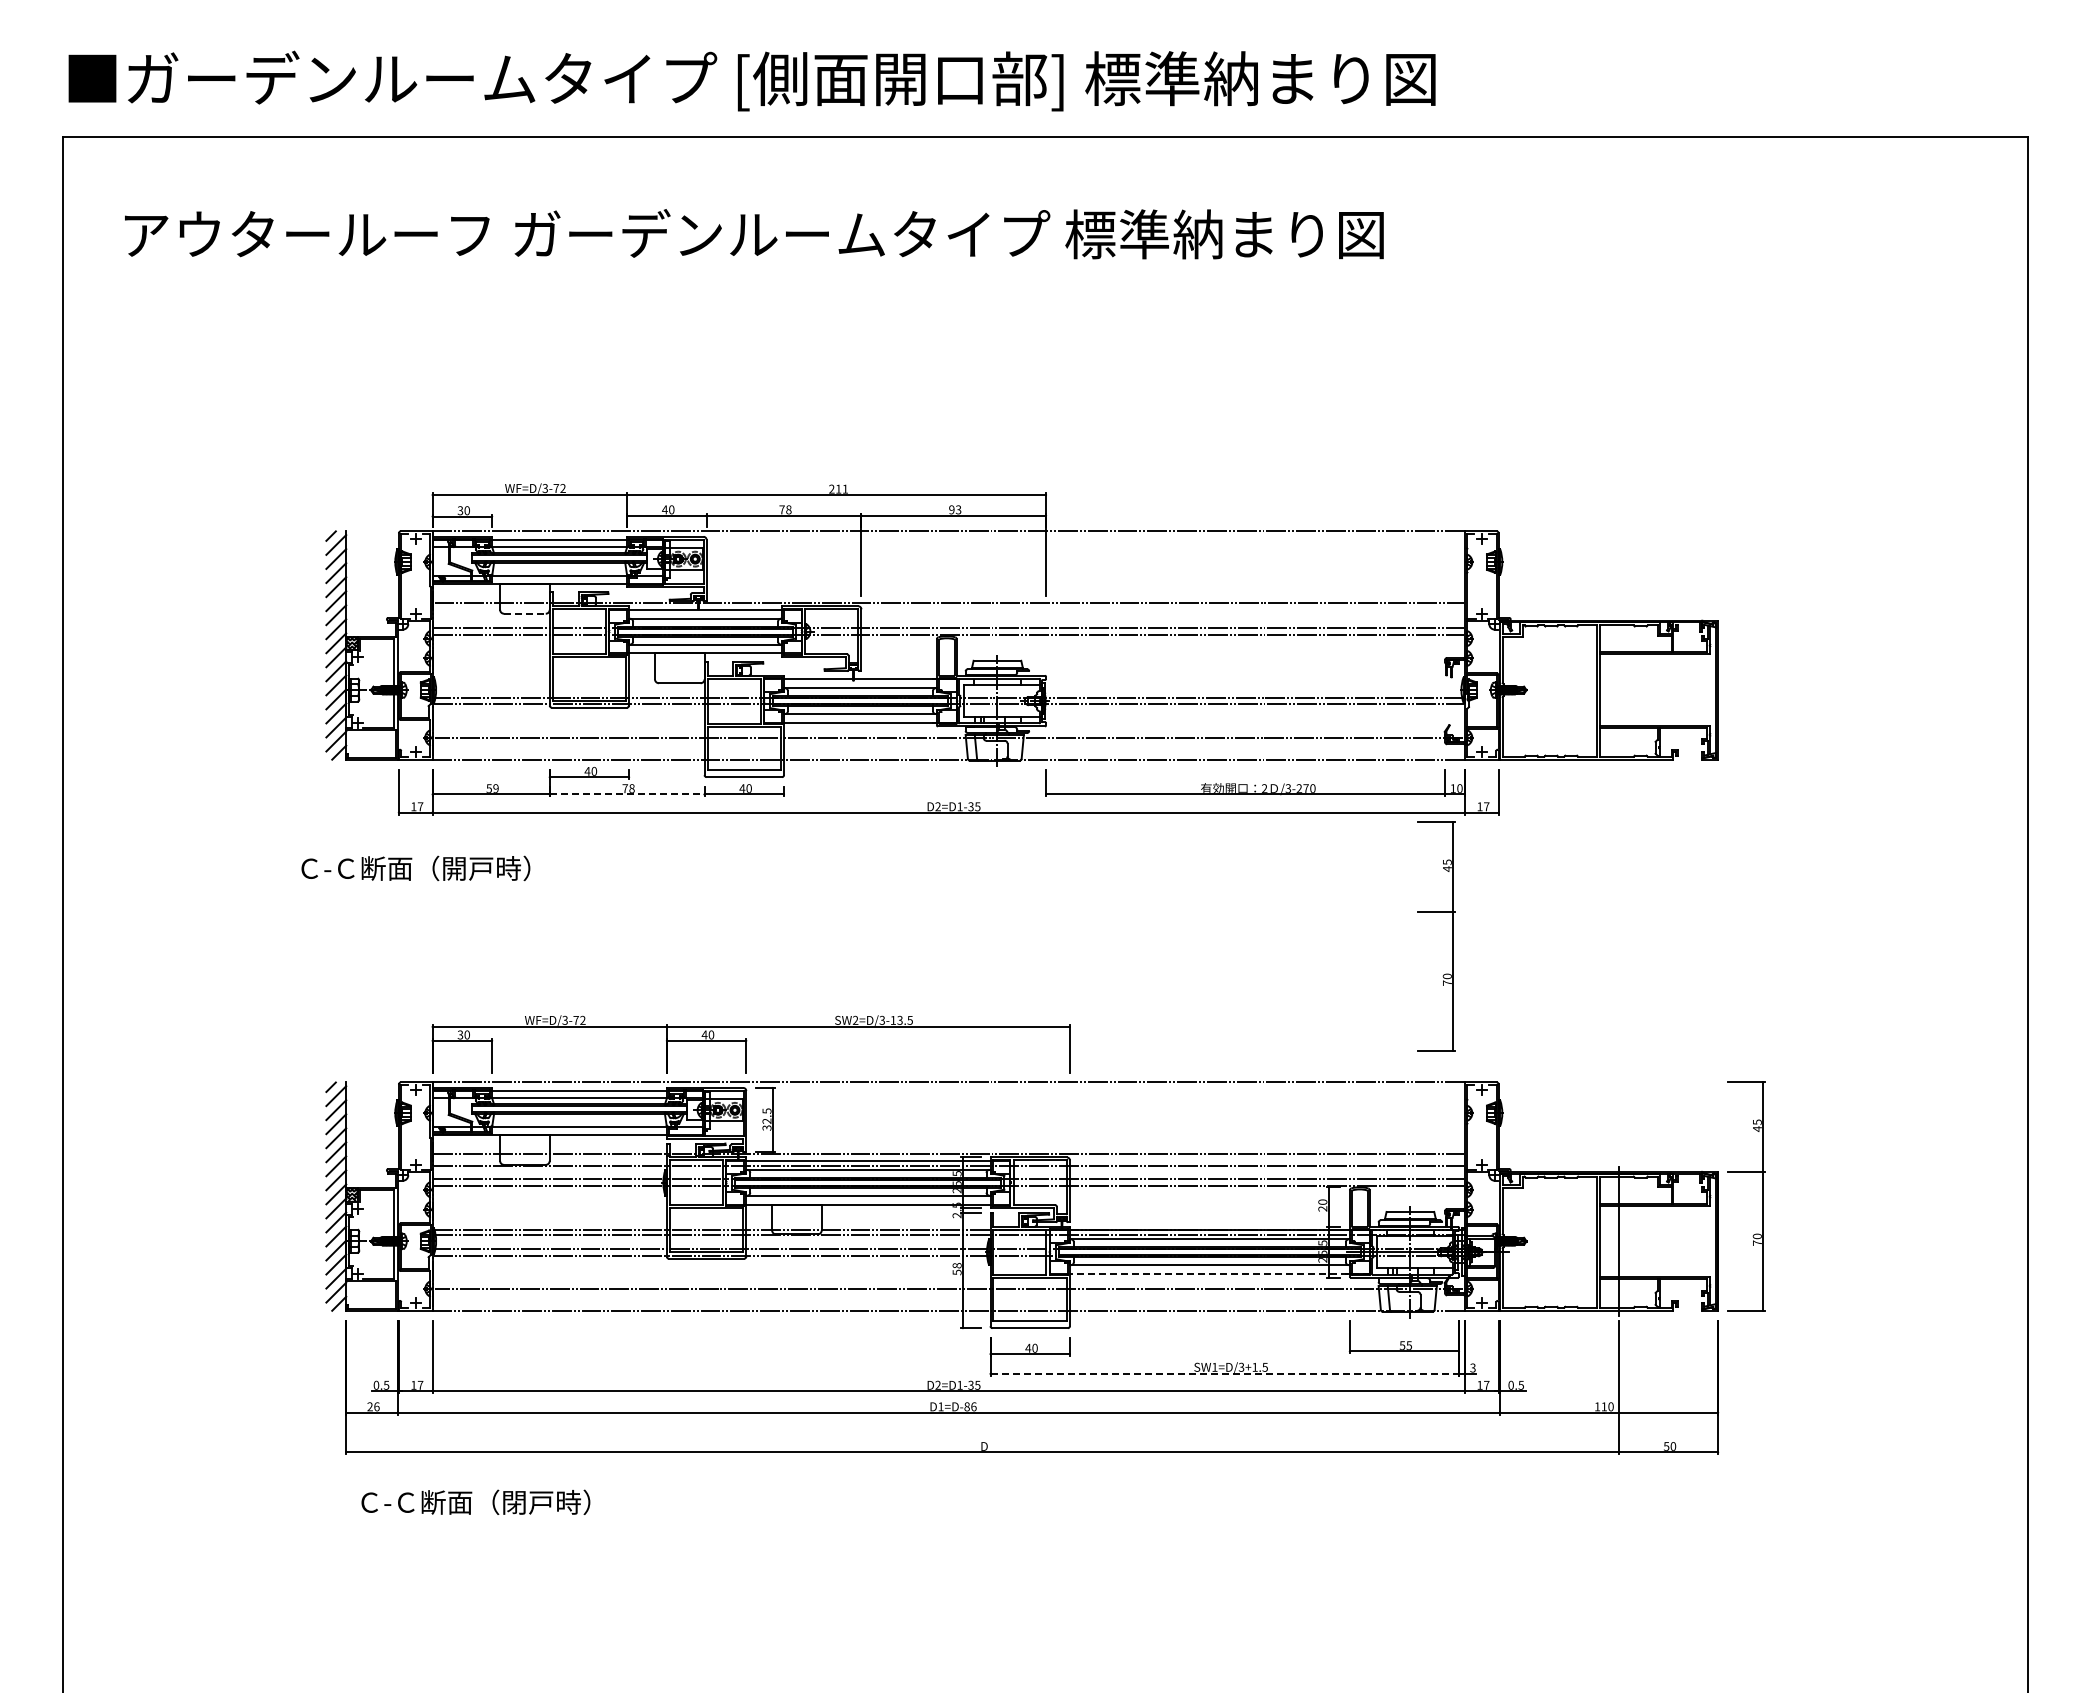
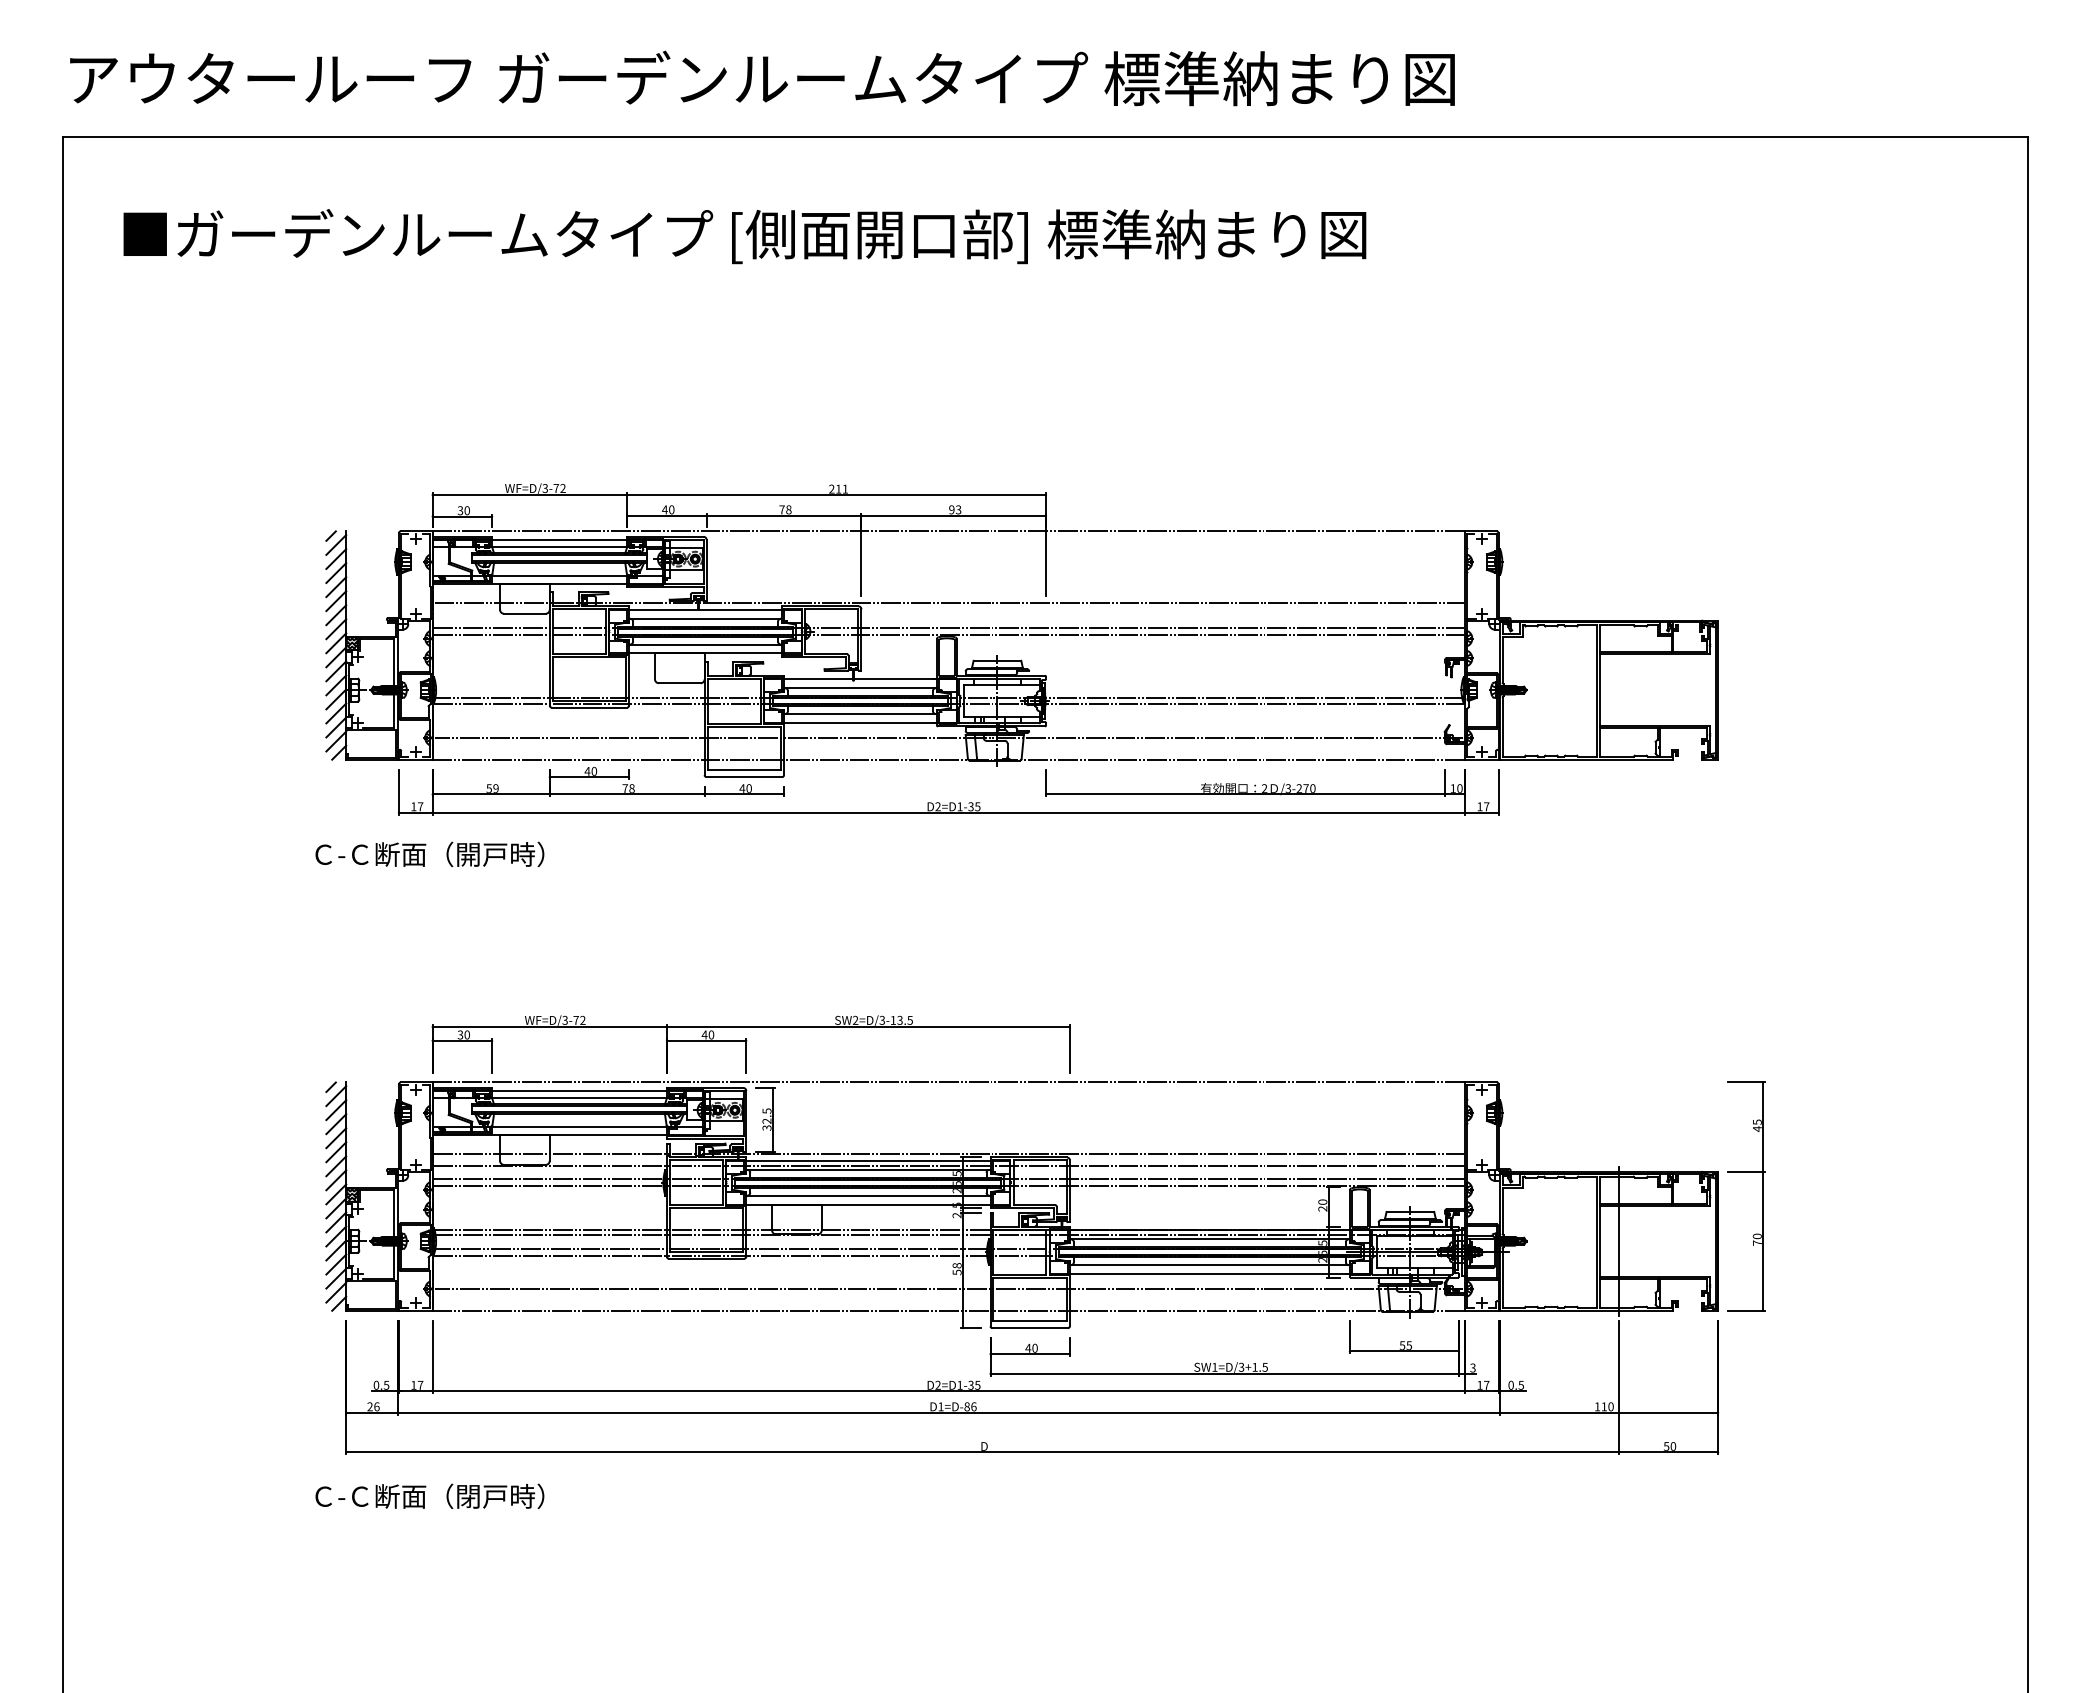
text at (761, 80): ■ガーデンルームタイプ [側面開口部] 標準納まり図 -> アウタールーフ ガーデンルームタイプ 標準納まり図
text at (753, 236): アウタールーフ ガーデンルームタイプ 標準納まり図 -> ■ガーデンルームタイプ [側面開口部] 標準納まり図
line at (524, 613): dashed -> solid
line at (627, 794): dashed -> solid
text at (415, 868) position: (415, 868) -> (429, 854)
part at (1452, 936): present -> none
line at (1219, 1274): dashed -> solid
line at (1225, 1373): dashed -> solid
text at (475, 1501) position: (475, 1501) -> (429, 1495)
